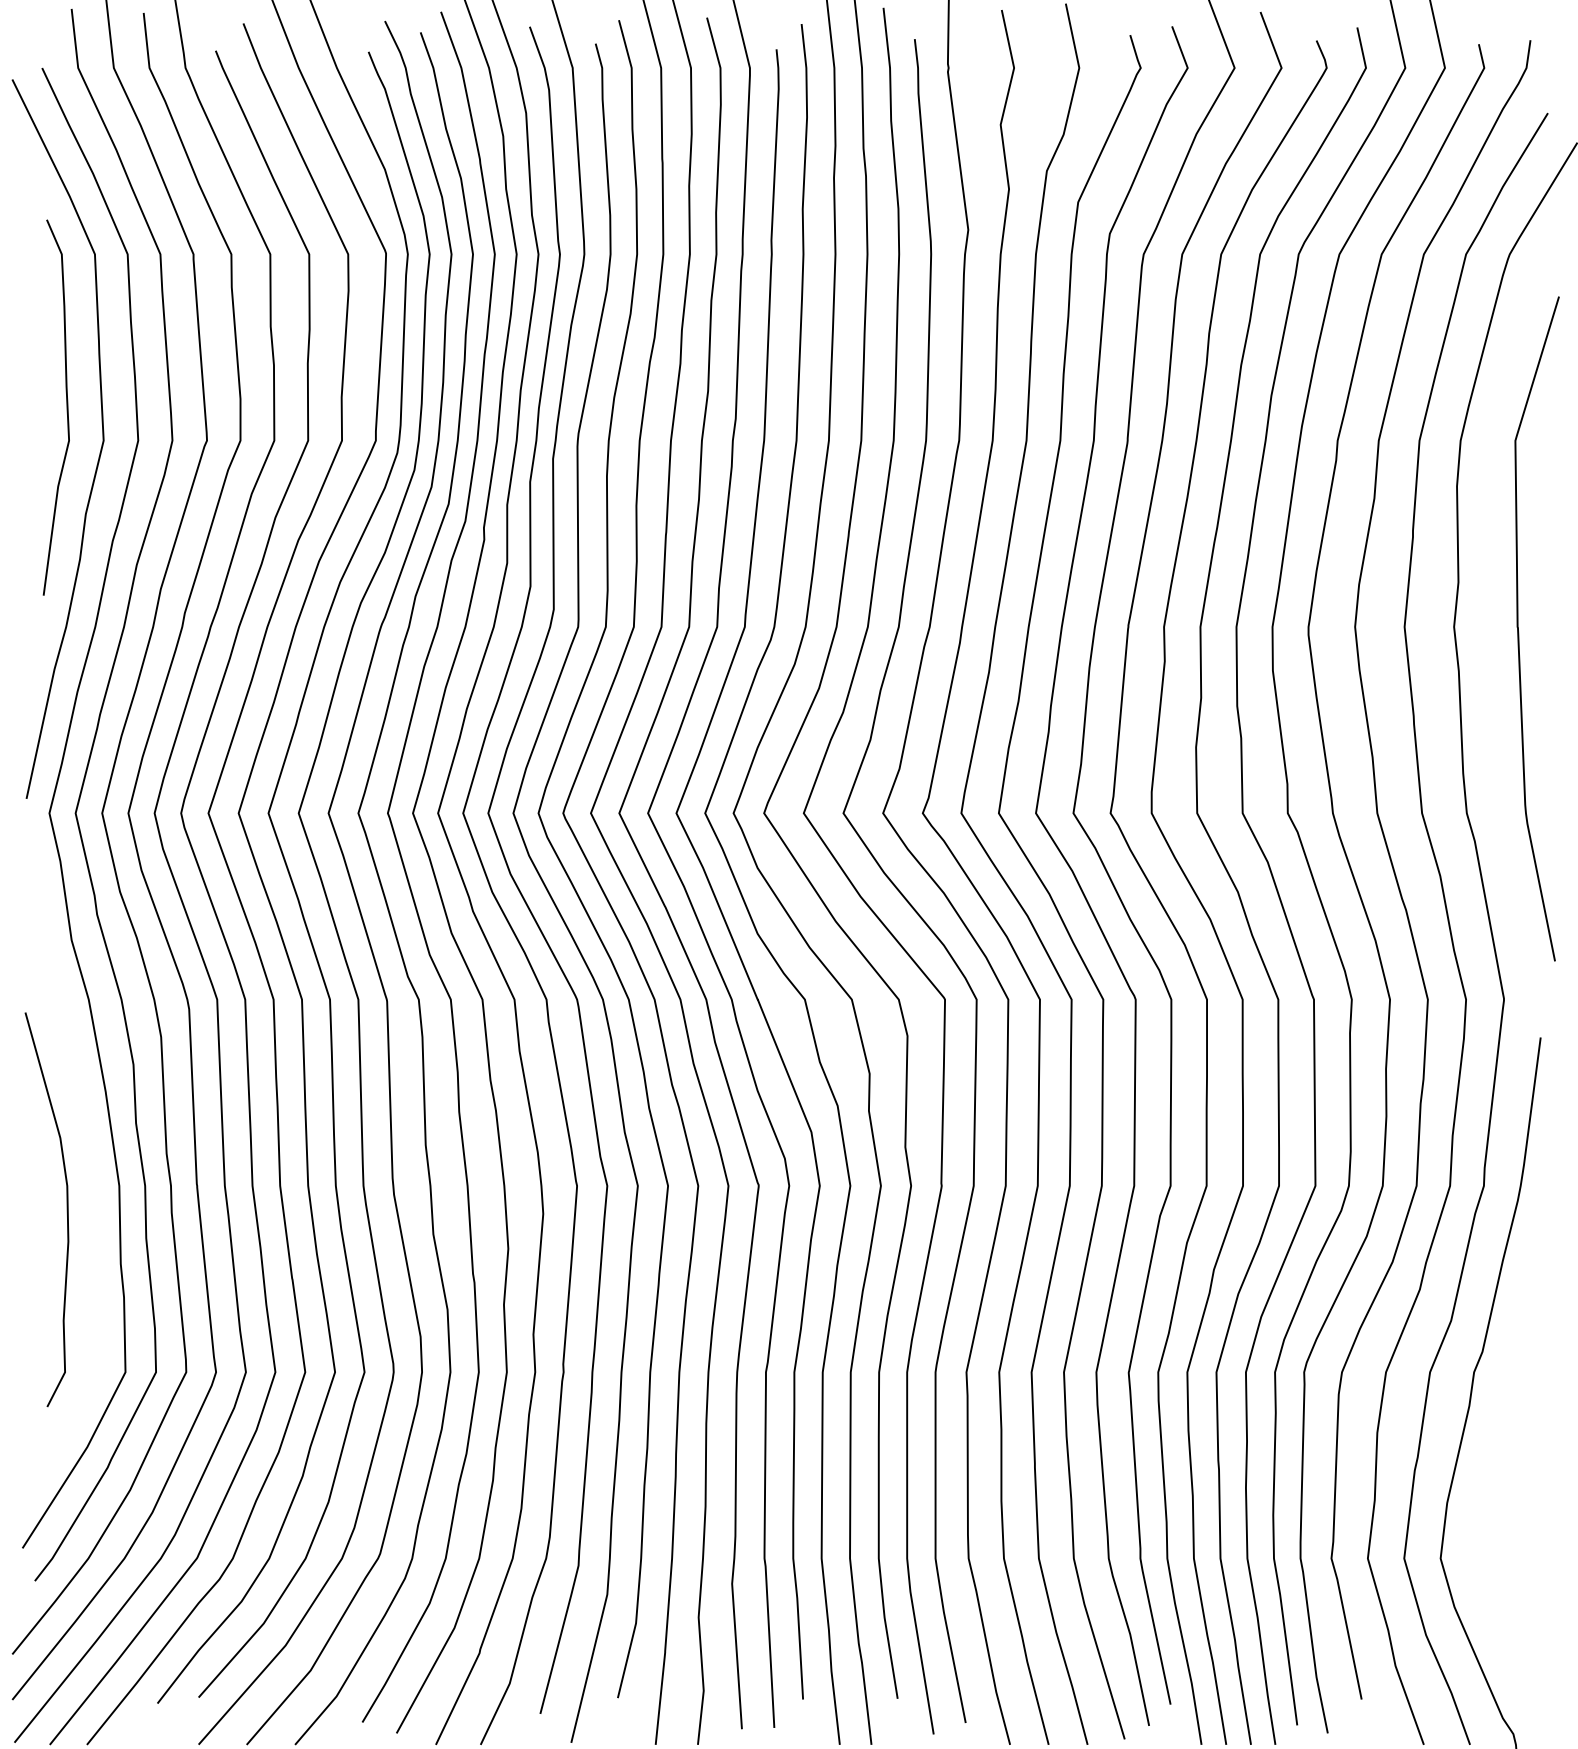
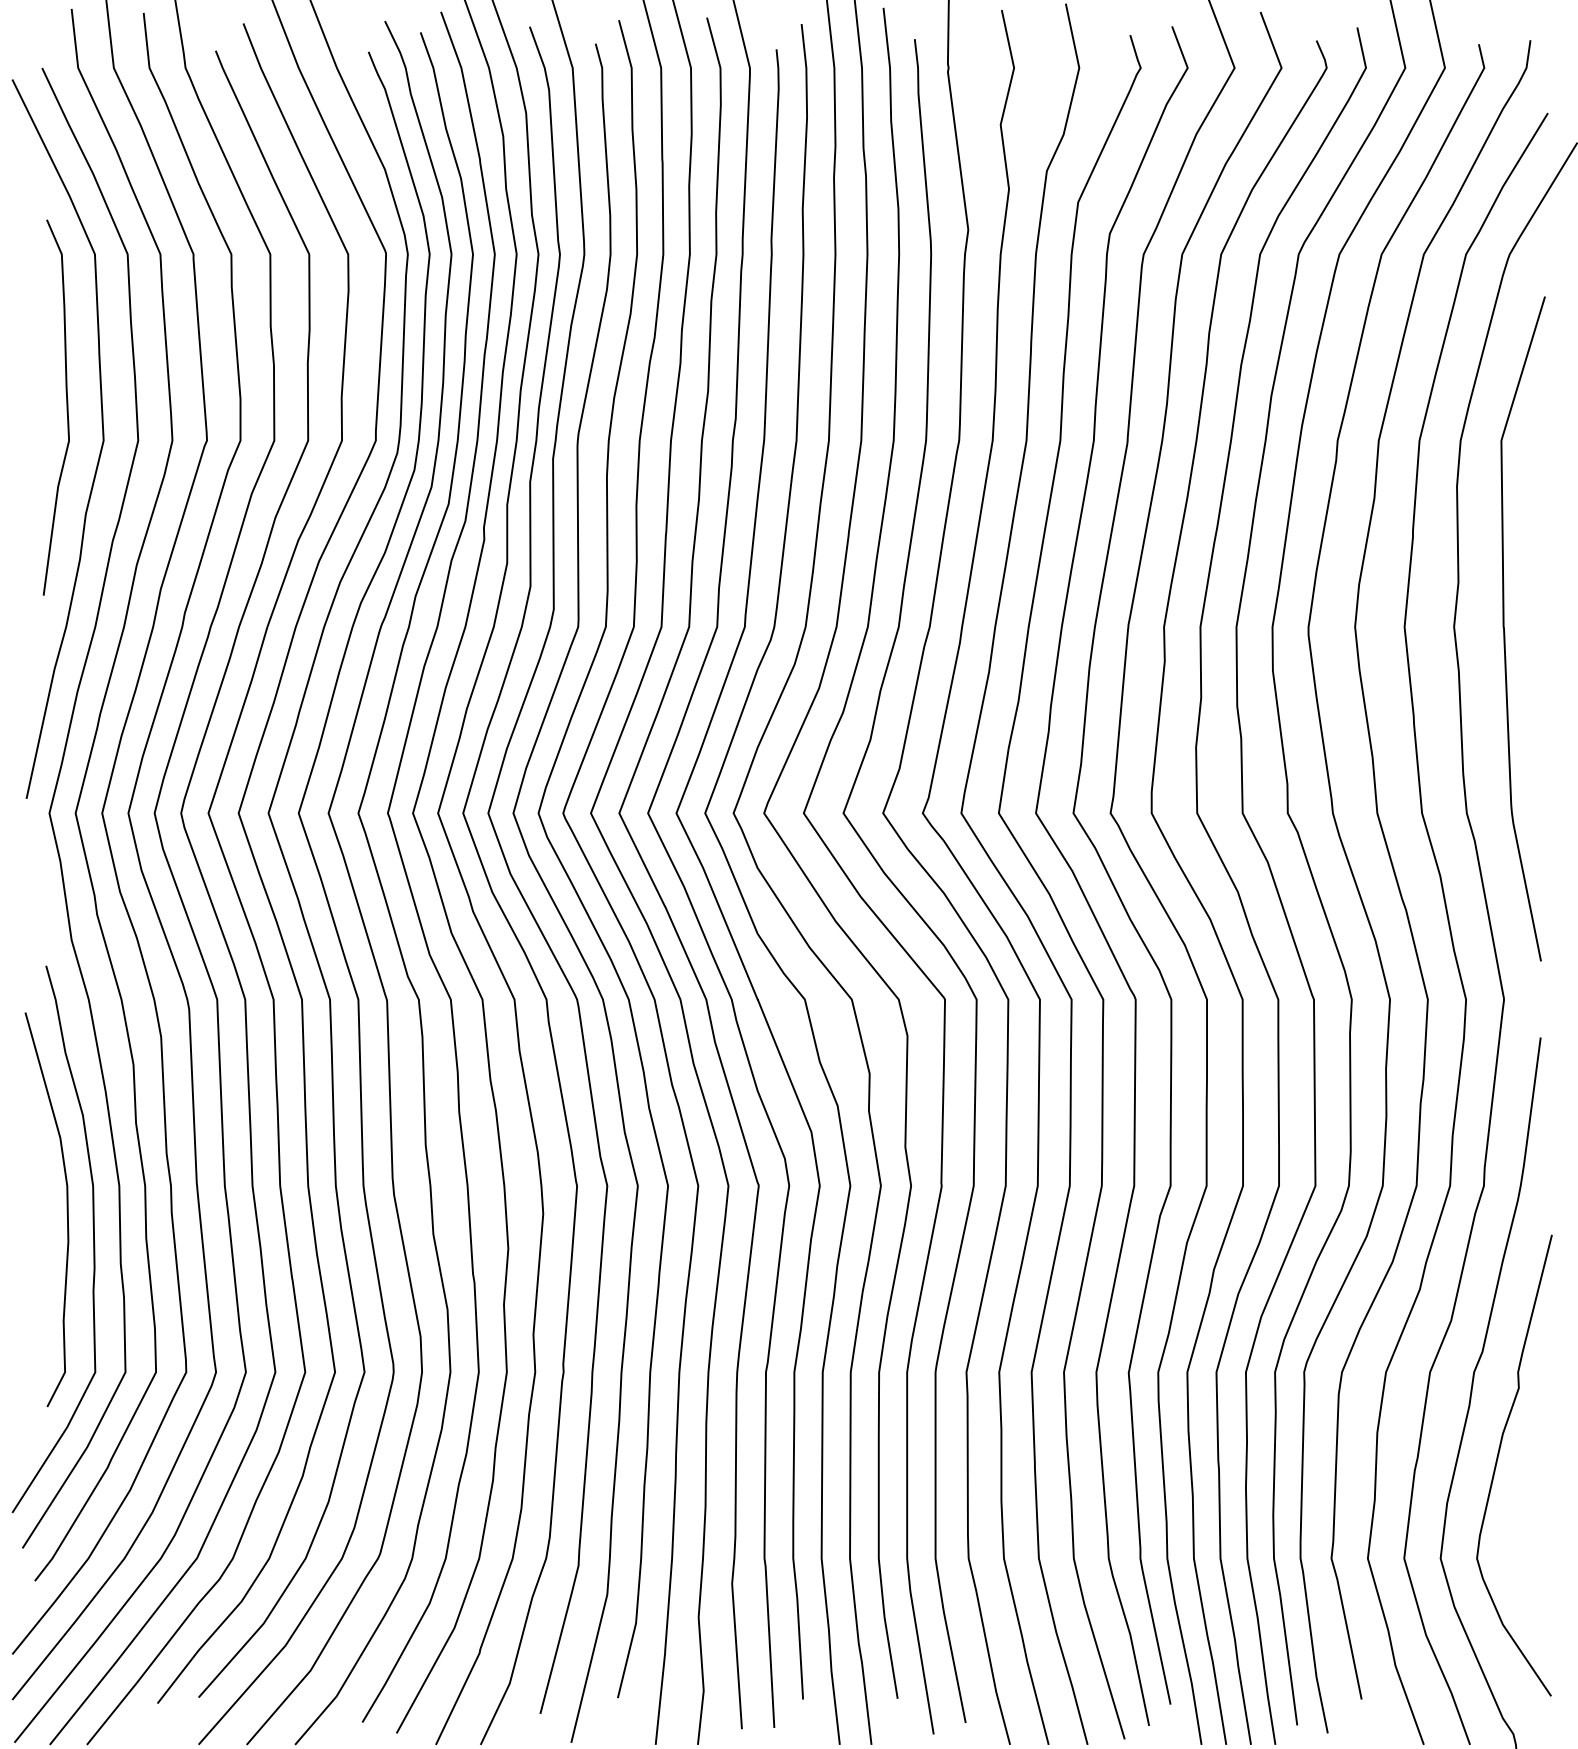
curve at (1519, 632) position: (1519, 632) -> (1505, 632)
curve at (93, 1238): none -> present
curve at (1497, 1463): none -> present
